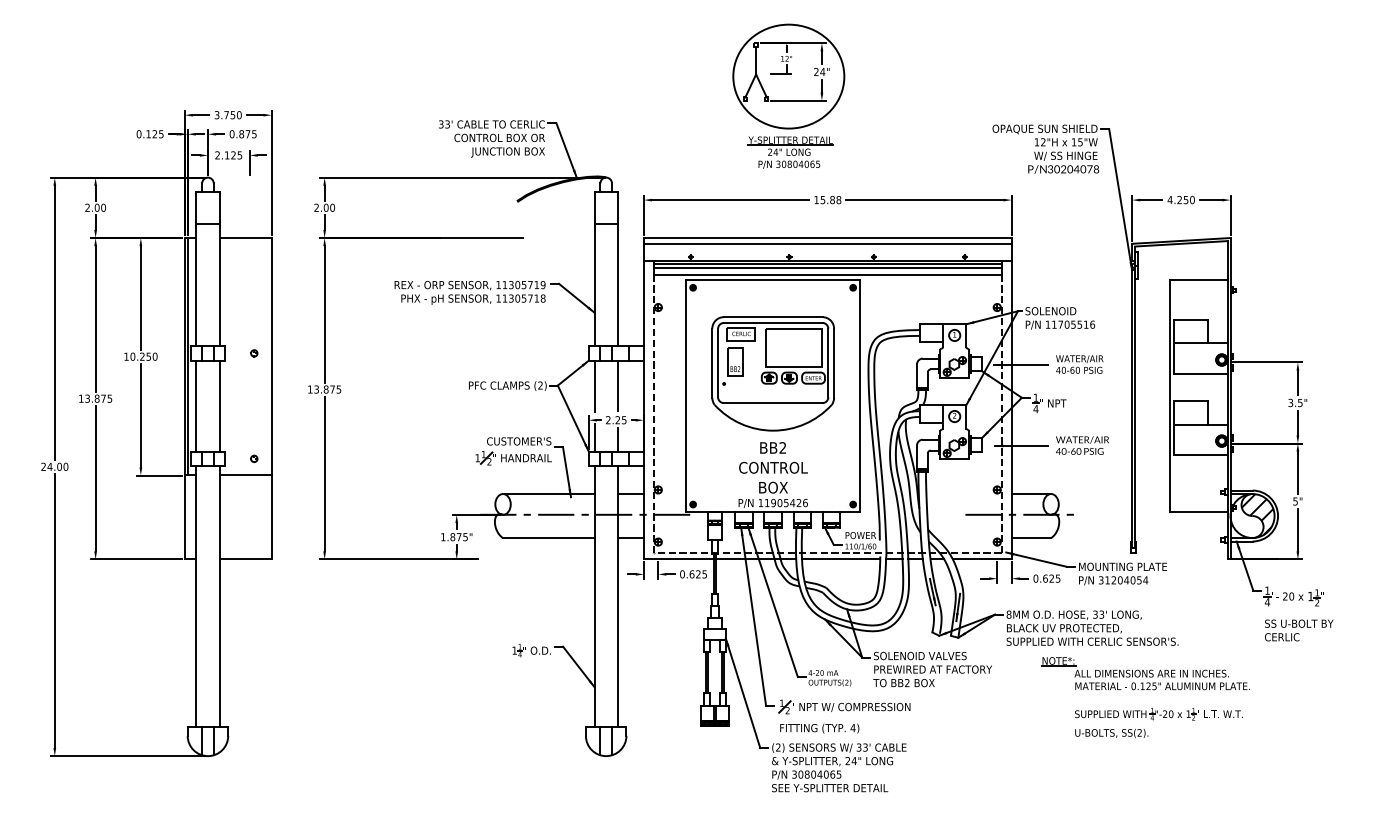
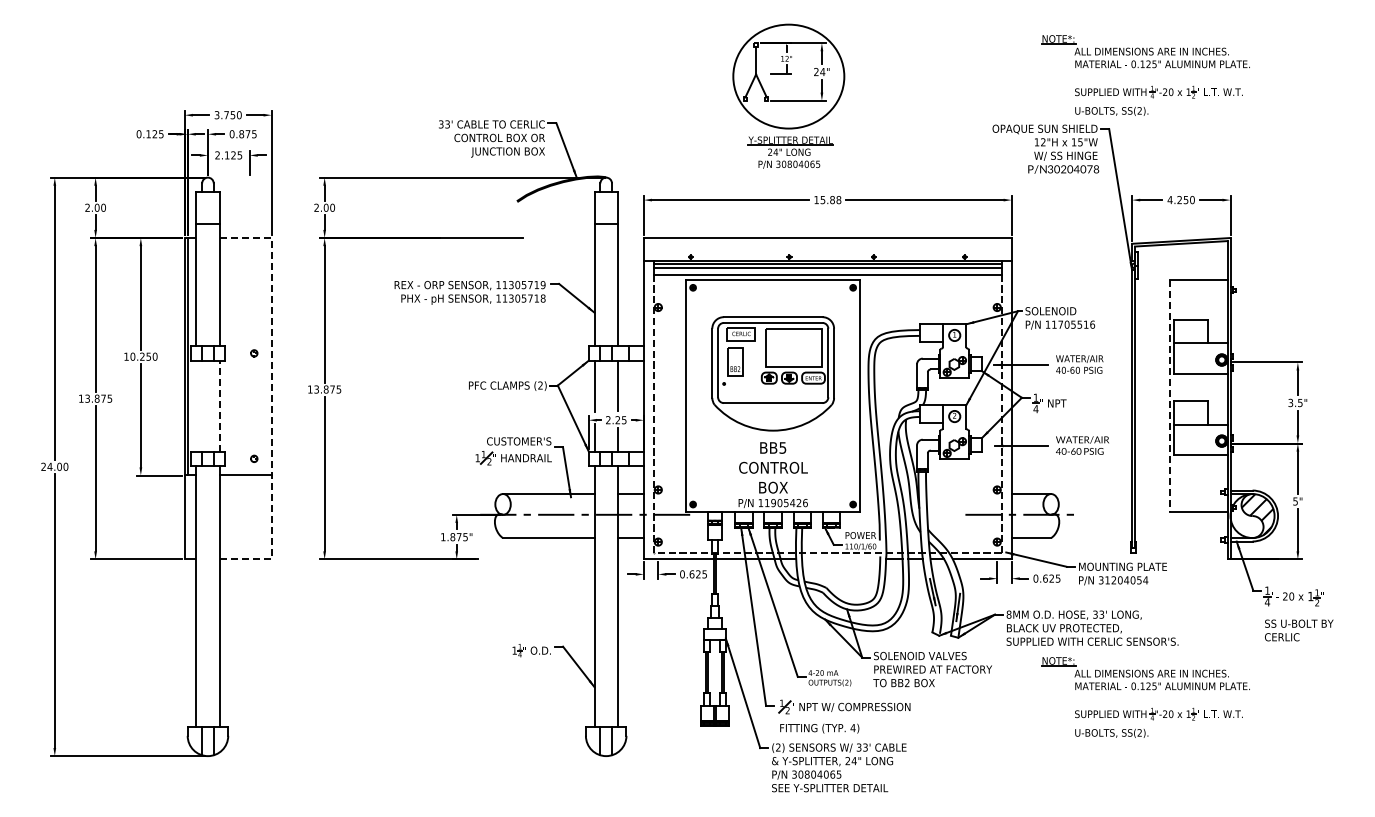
part at (1144, 67): none -> present
line at (827, 243): present -> none
line at (1169, 396): solid -> dashed
line at (271, 398): solid -> dashed
line at (196, 405): present -> none
line at (219, 405): solid -> dashed
text at (782, 447): BB2 -> BB5
line at (841, 559): present -> none
